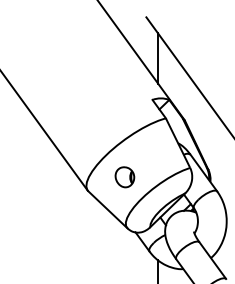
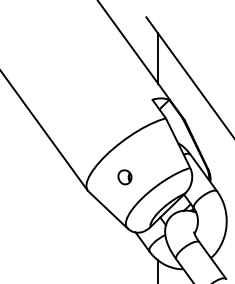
part at (124, 177) size: 22x23 px -> 16x17 px
